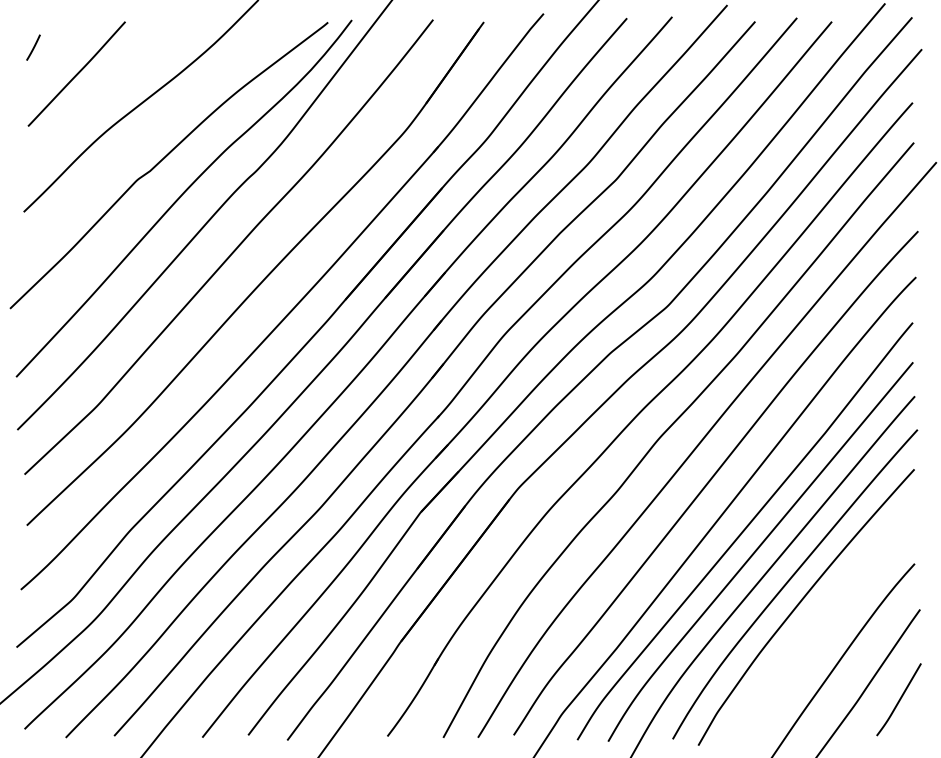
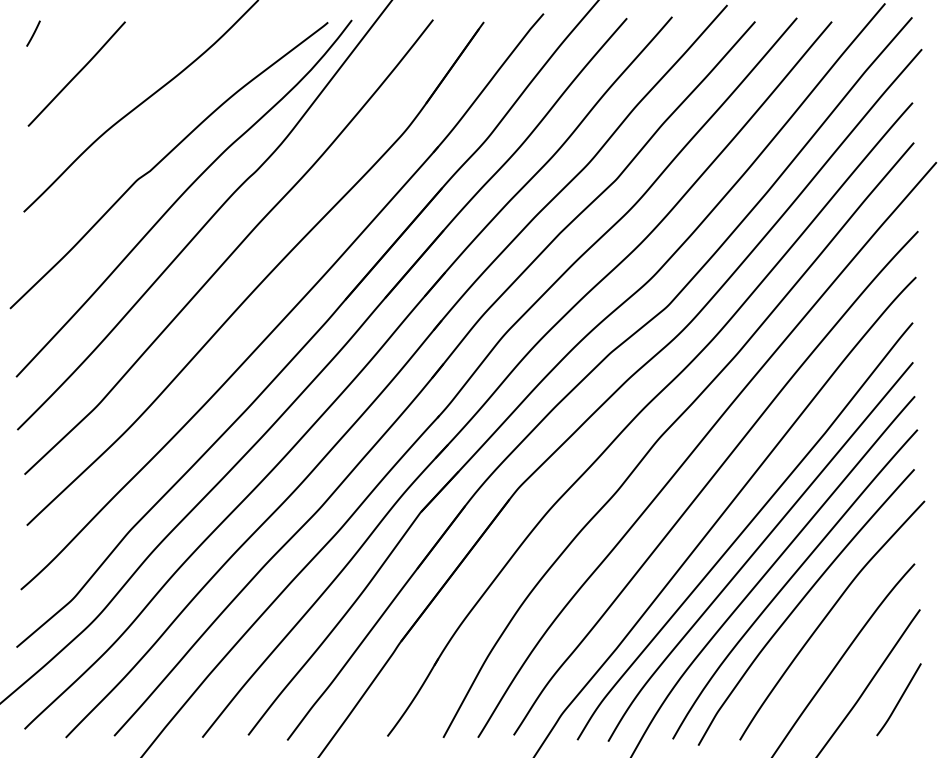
line at (33, 47) position: (33, 47) -> (33, 33)
curve at (827, 616): none -> present
